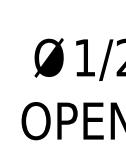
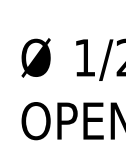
text at (48, 57) position: (48, 57) -> (35, 57)
